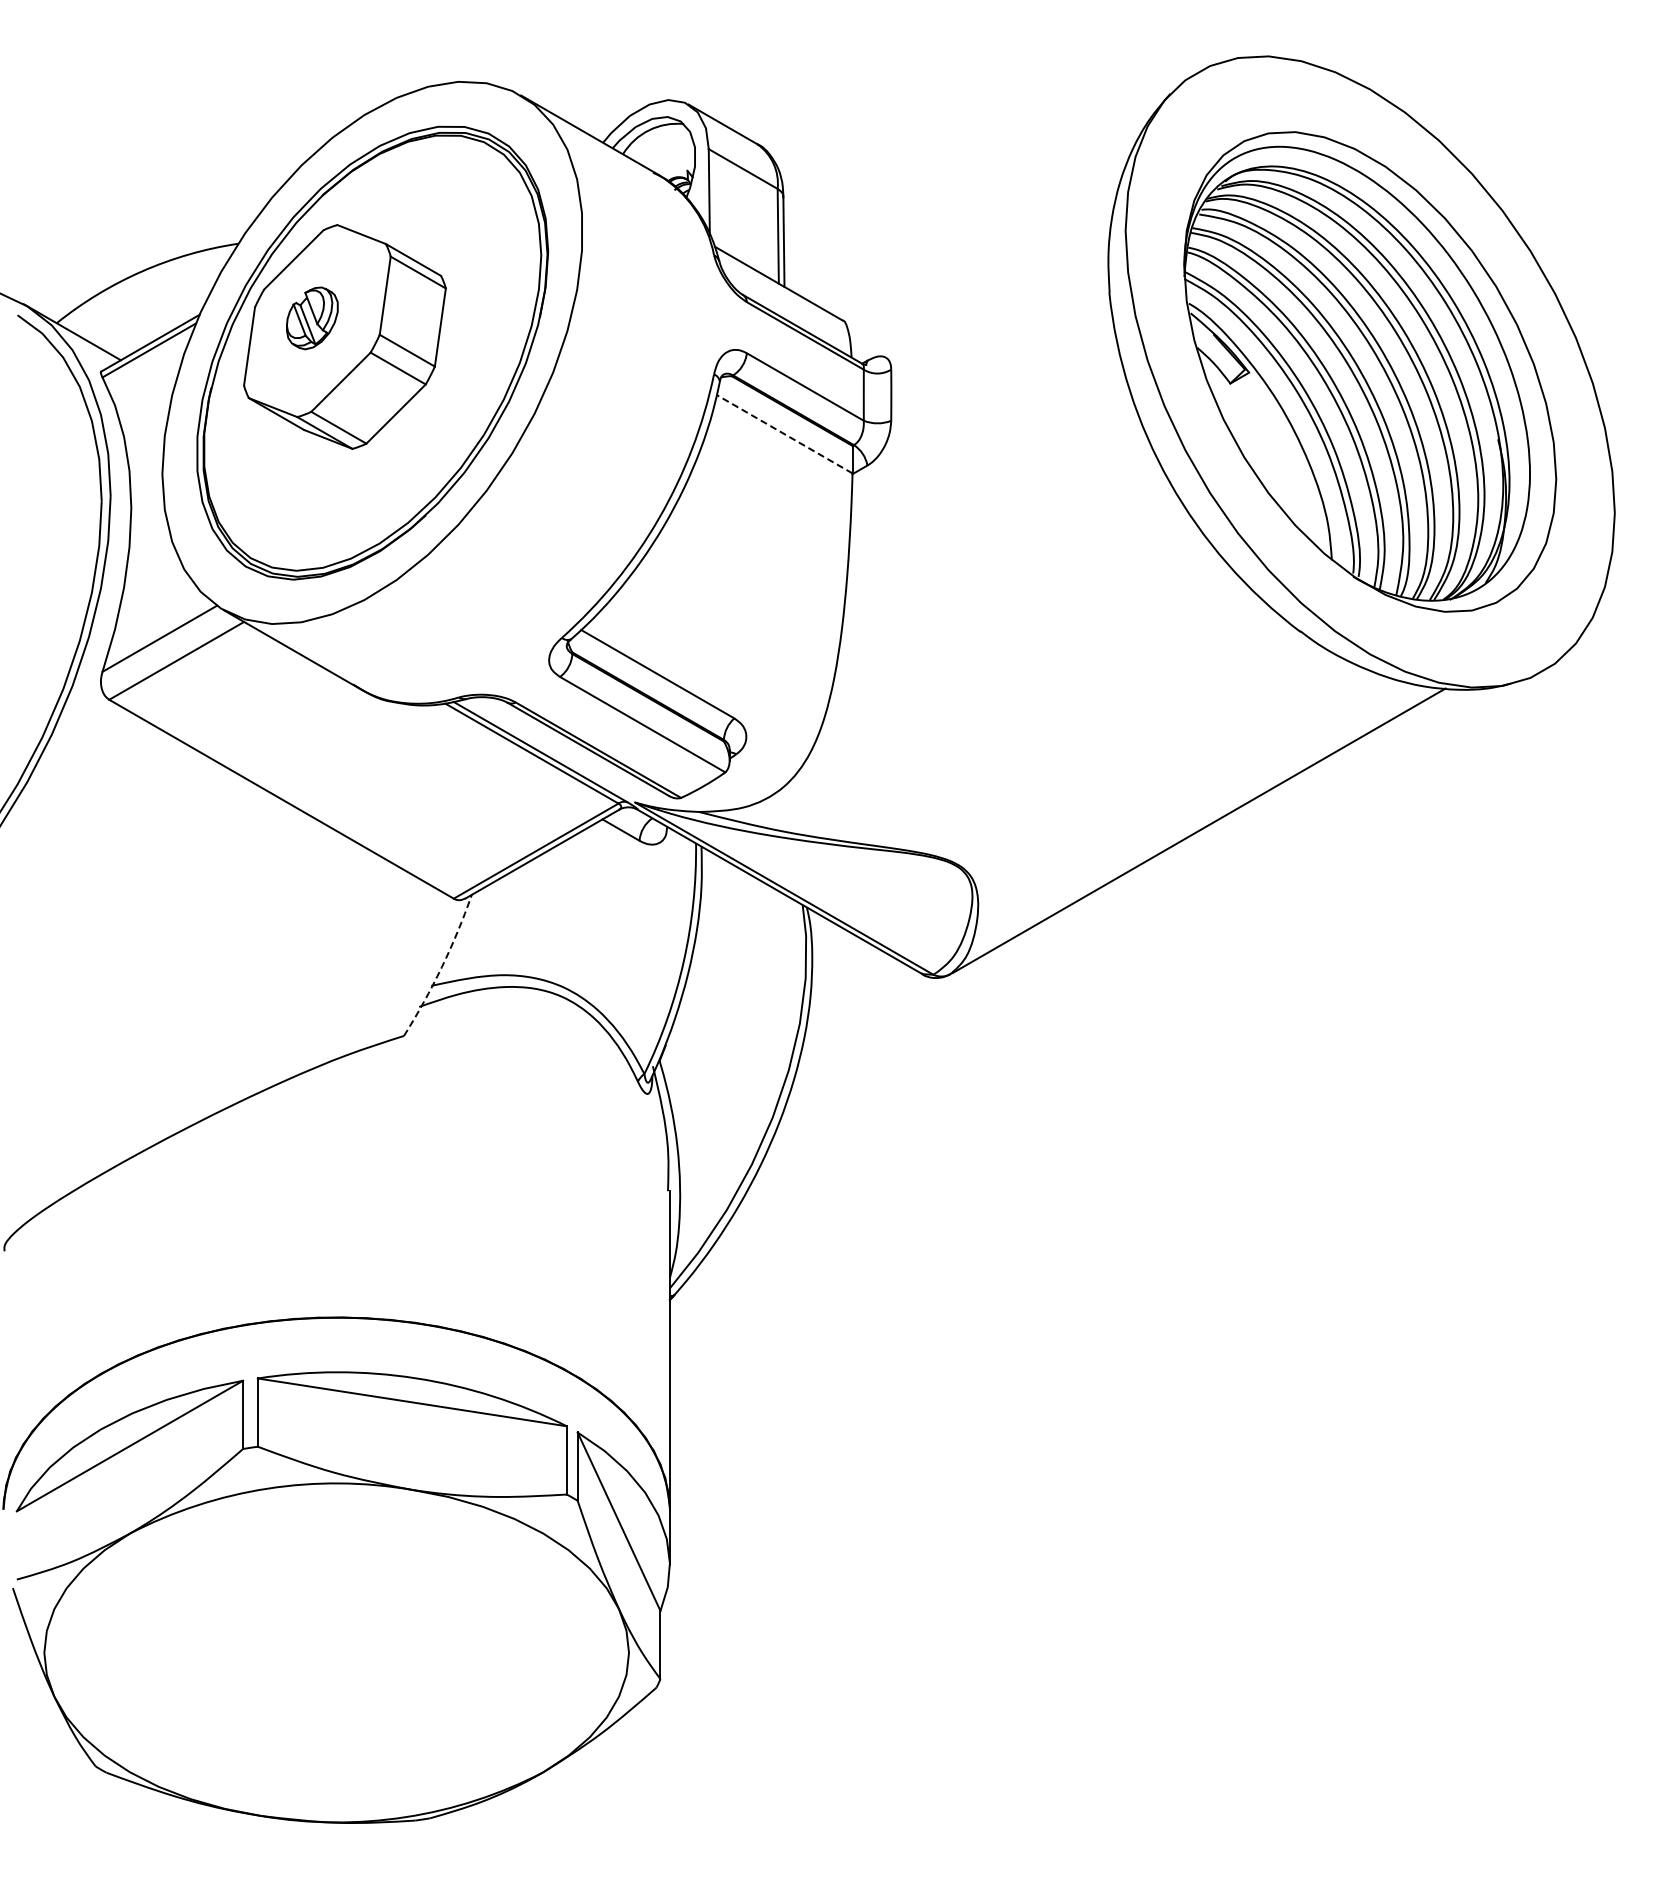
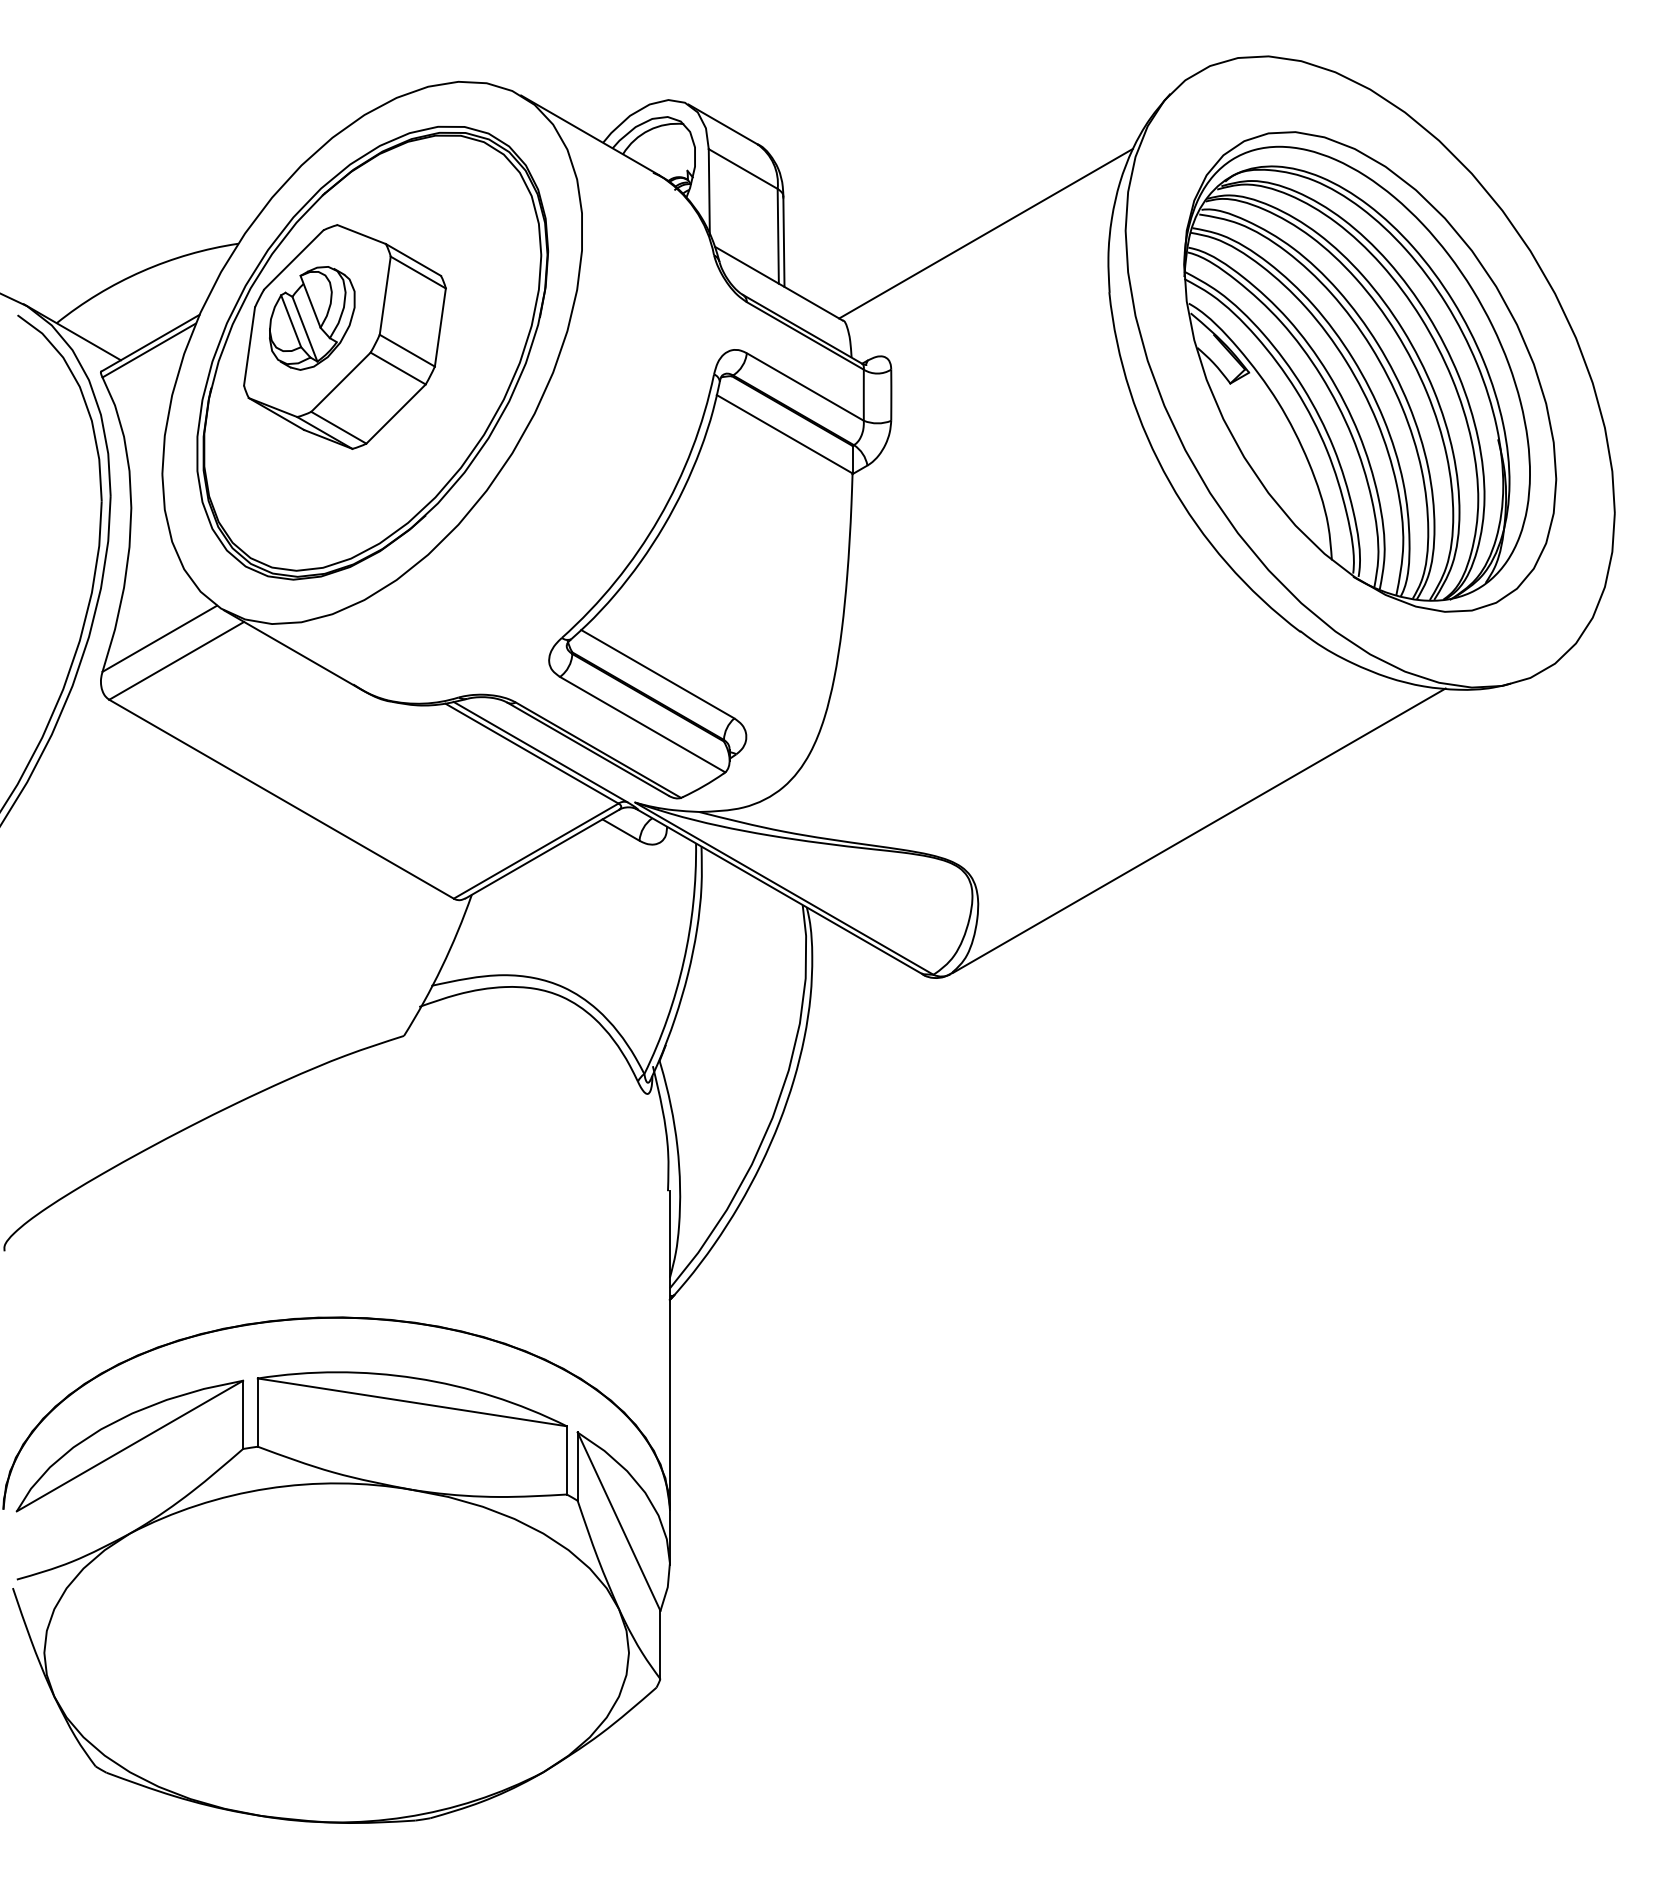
line at (985, 233): none -> present
part at (312, 318) size: 53x65 px -> 87x105 px
line at (784, 434): dashed -> solid
arc at (441, 967): dashed -> solid
